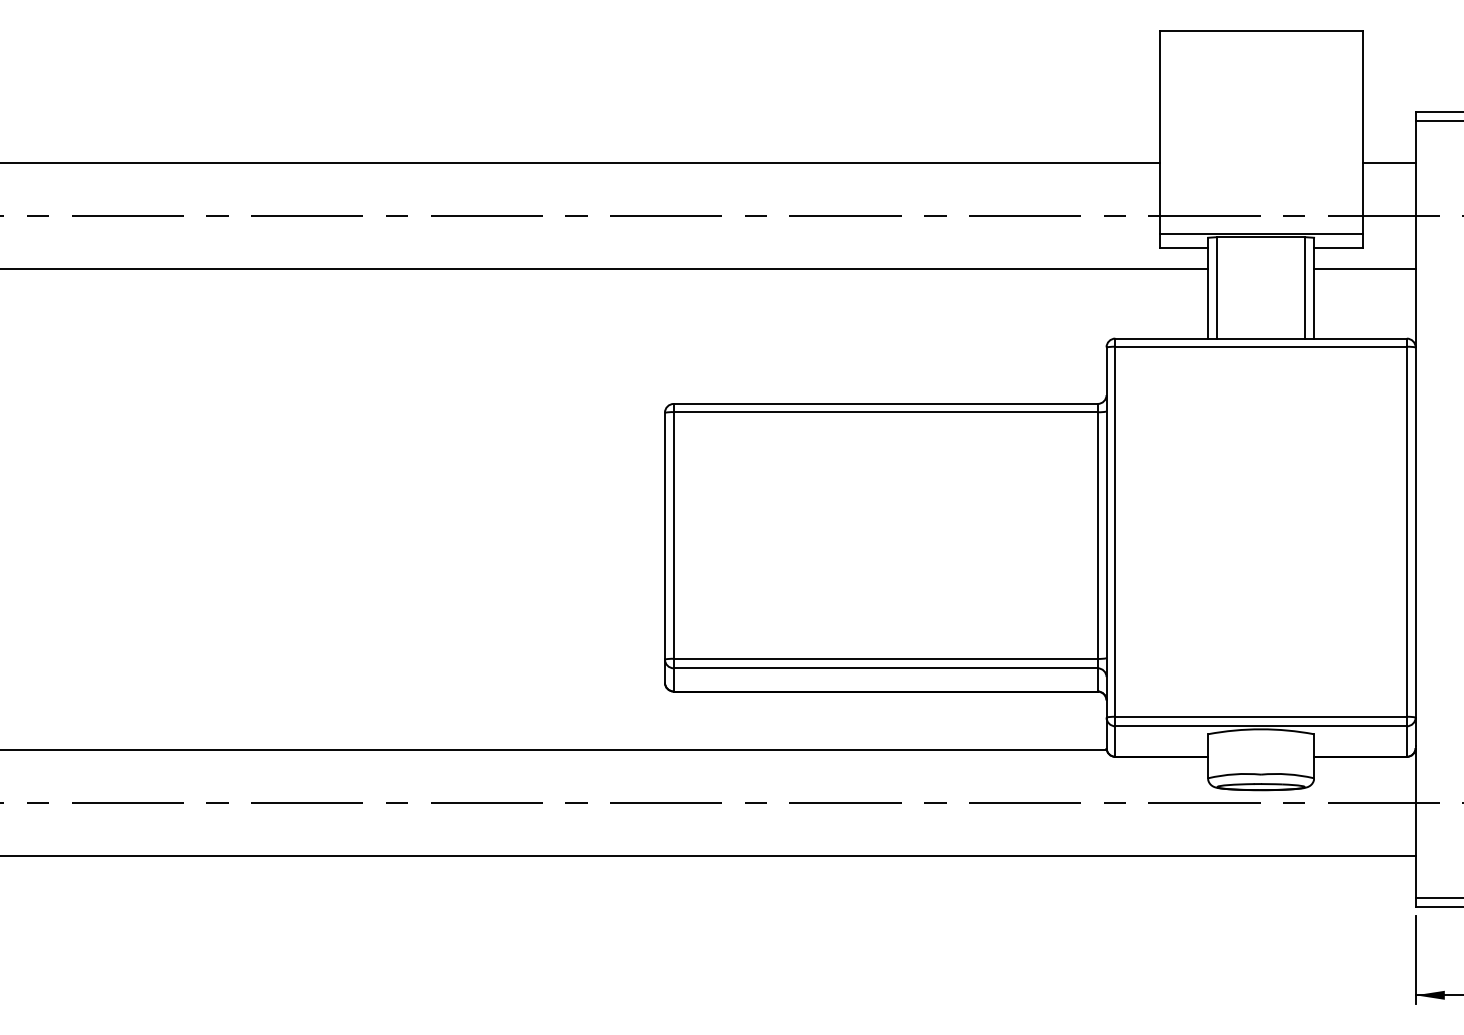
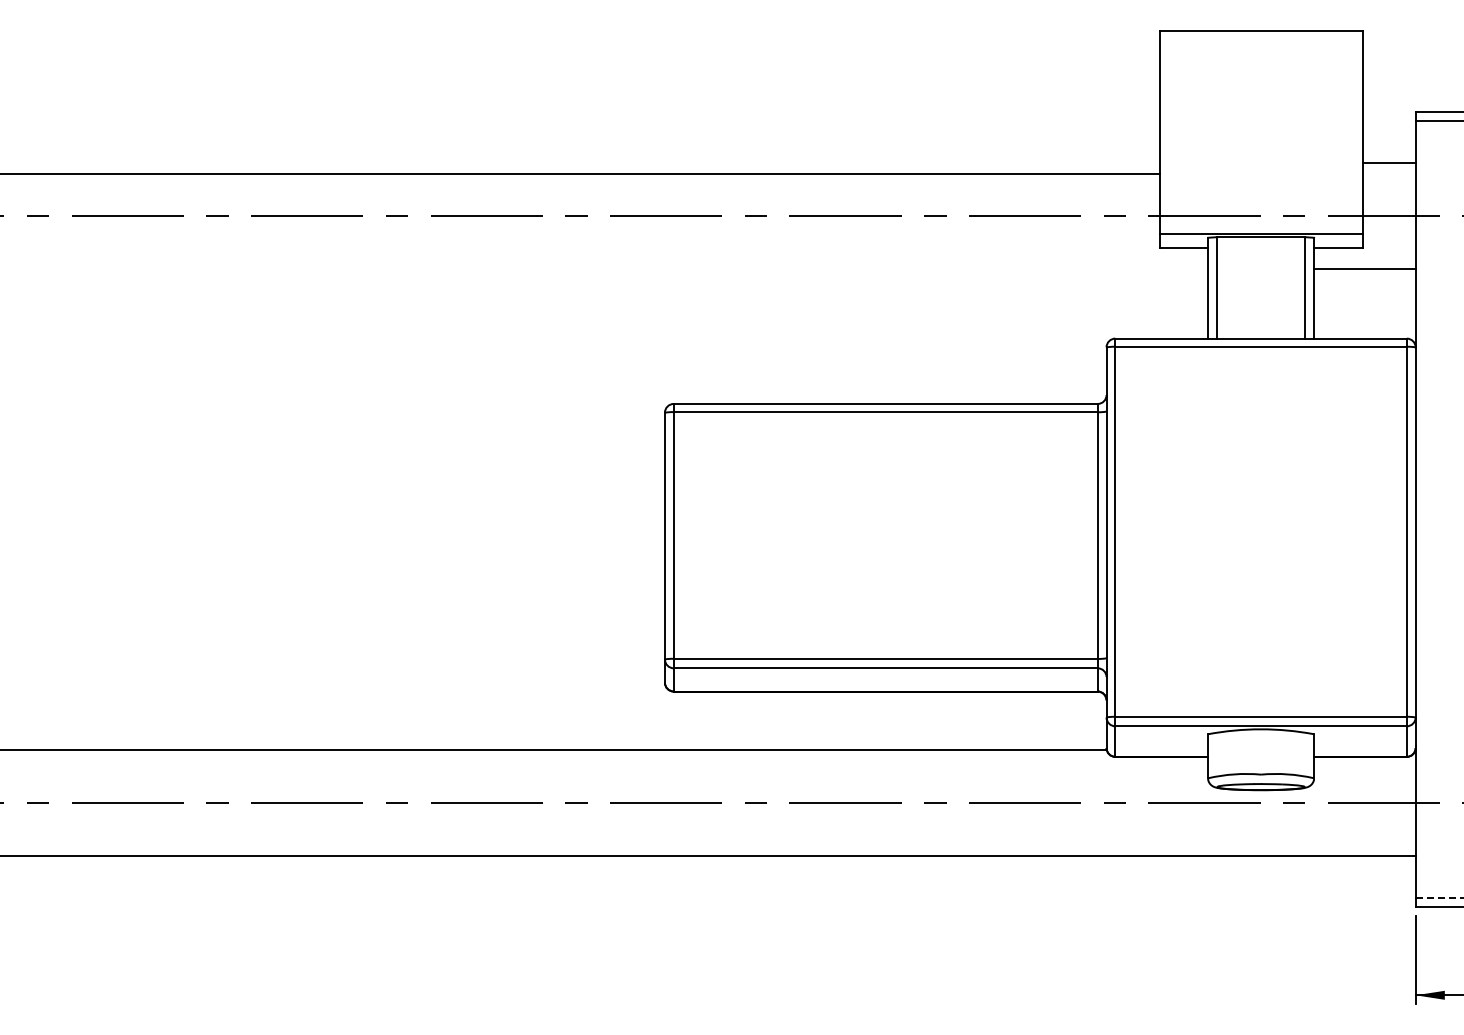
line at (580, 163) position: (580, 163) -> (580, 174)
line at (605, 269): present -> none
line at (1439, 898): solid -> dashed
